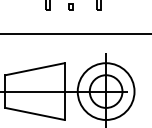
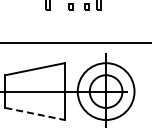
part at (86, 6): none -> present
line at (75, 34) position: (75, 34) -> (75, 43)
line at (35, 114): solid -> dashed
